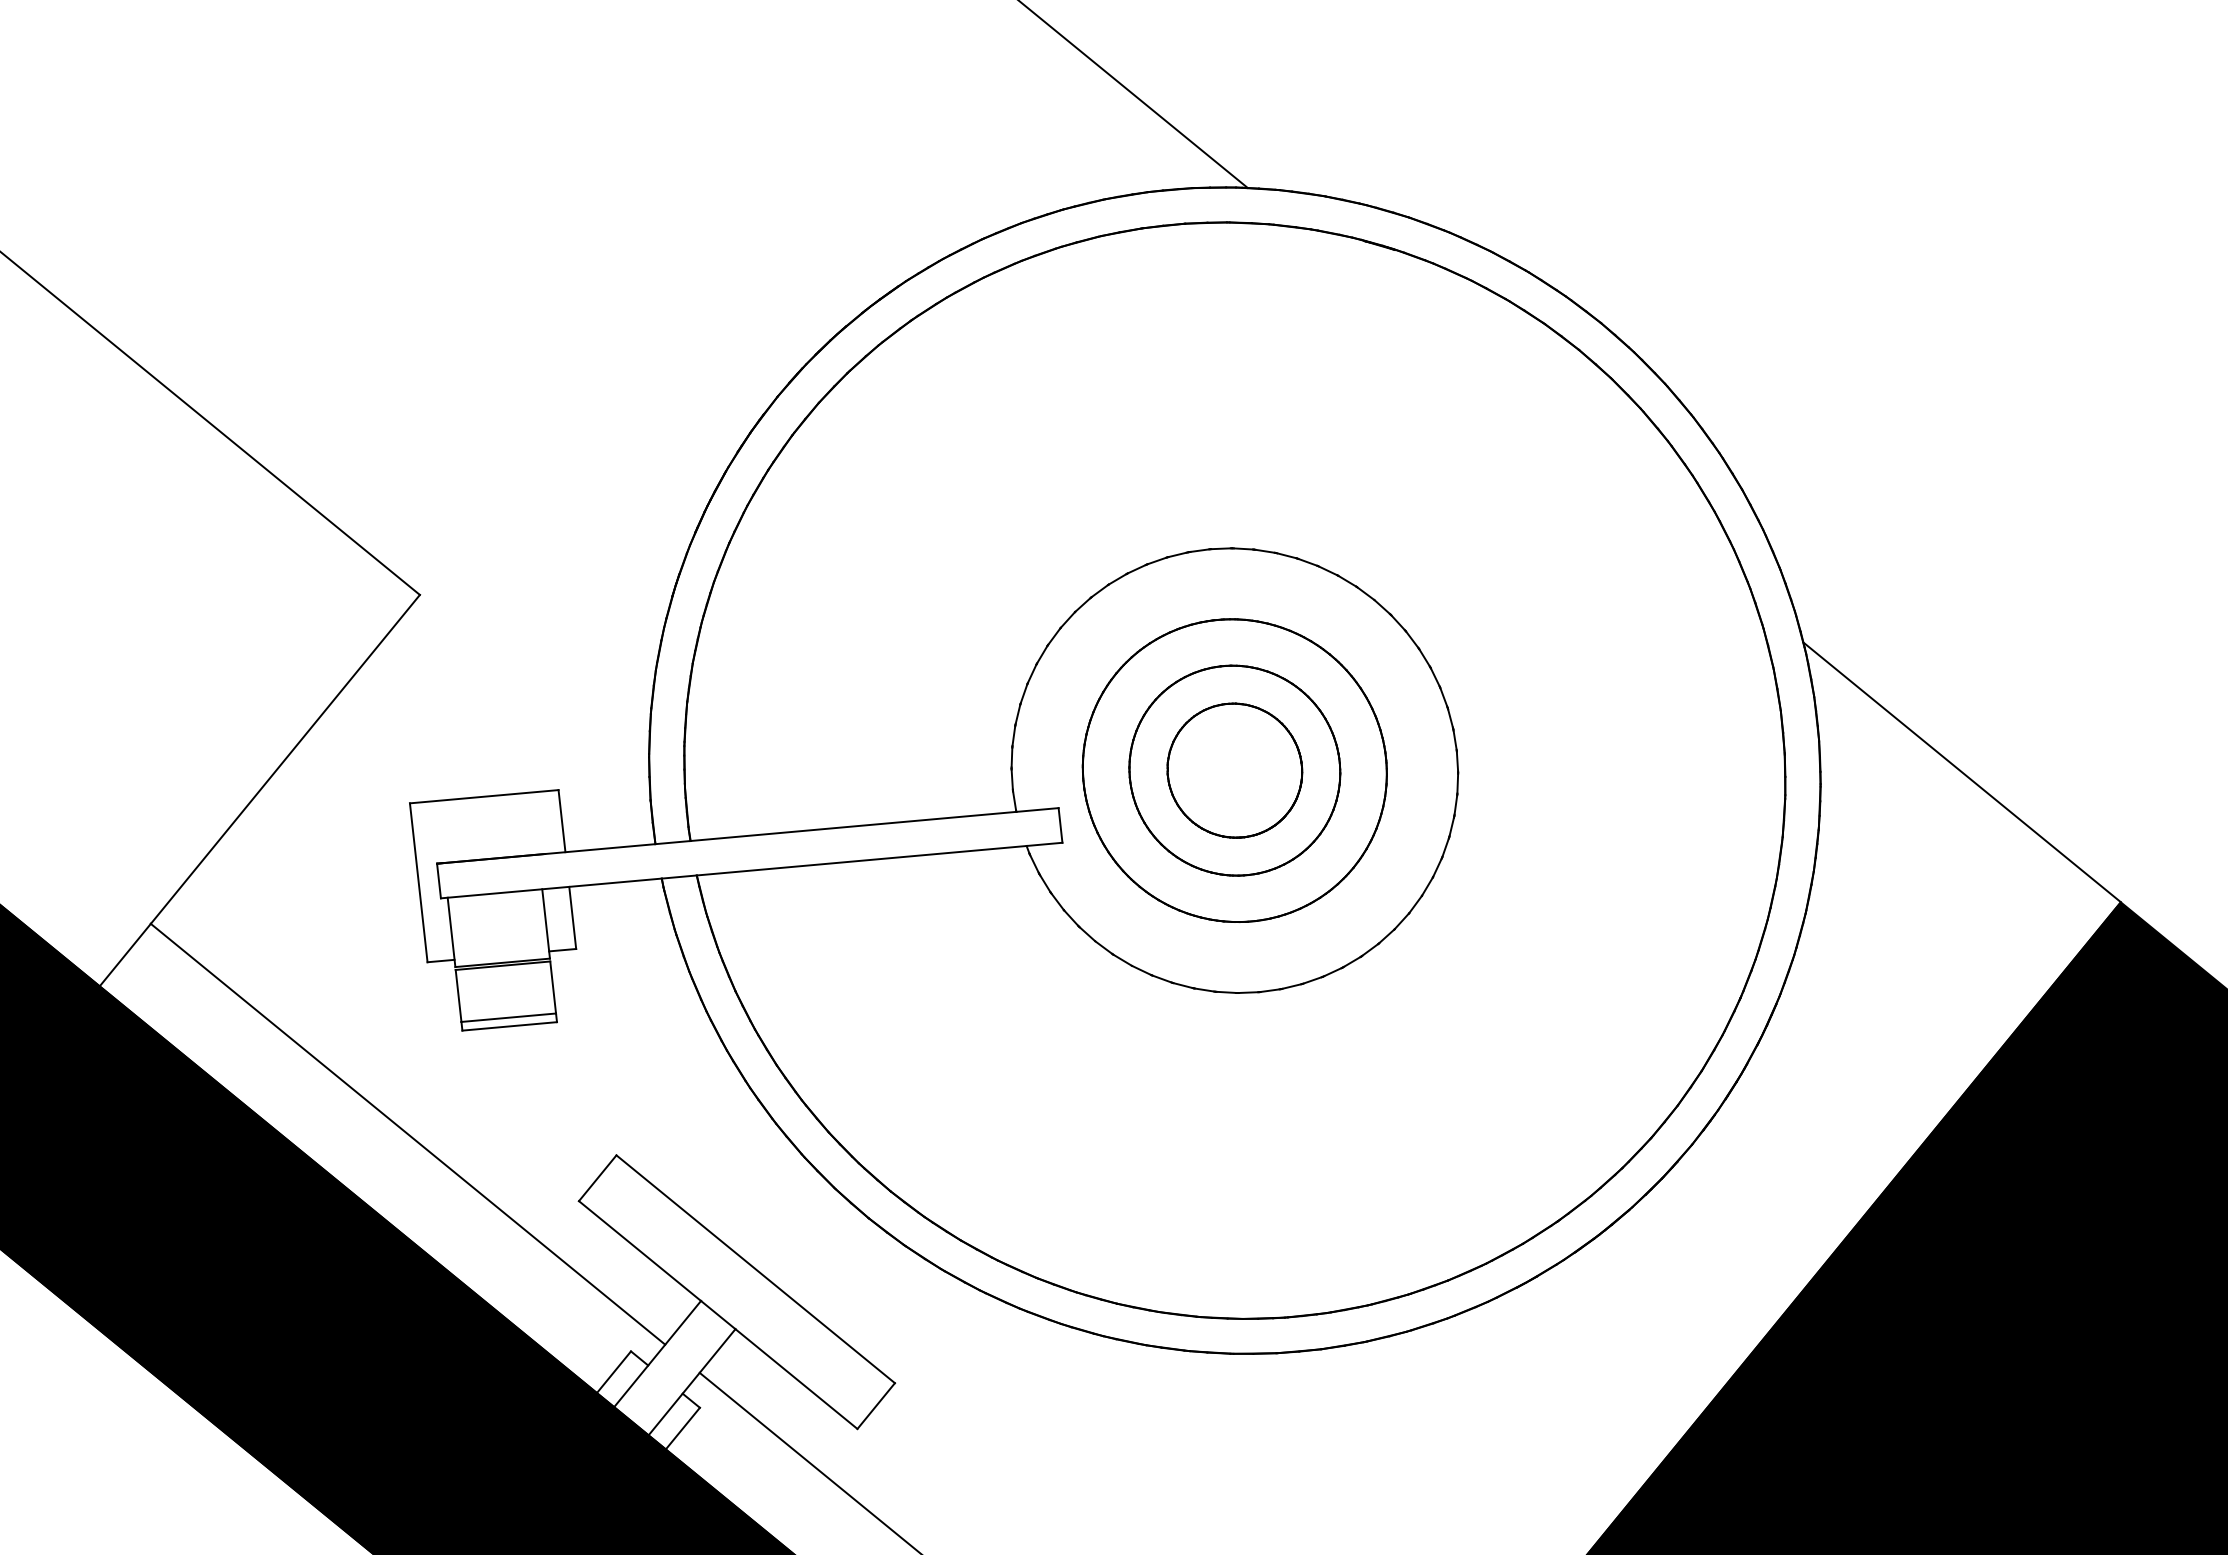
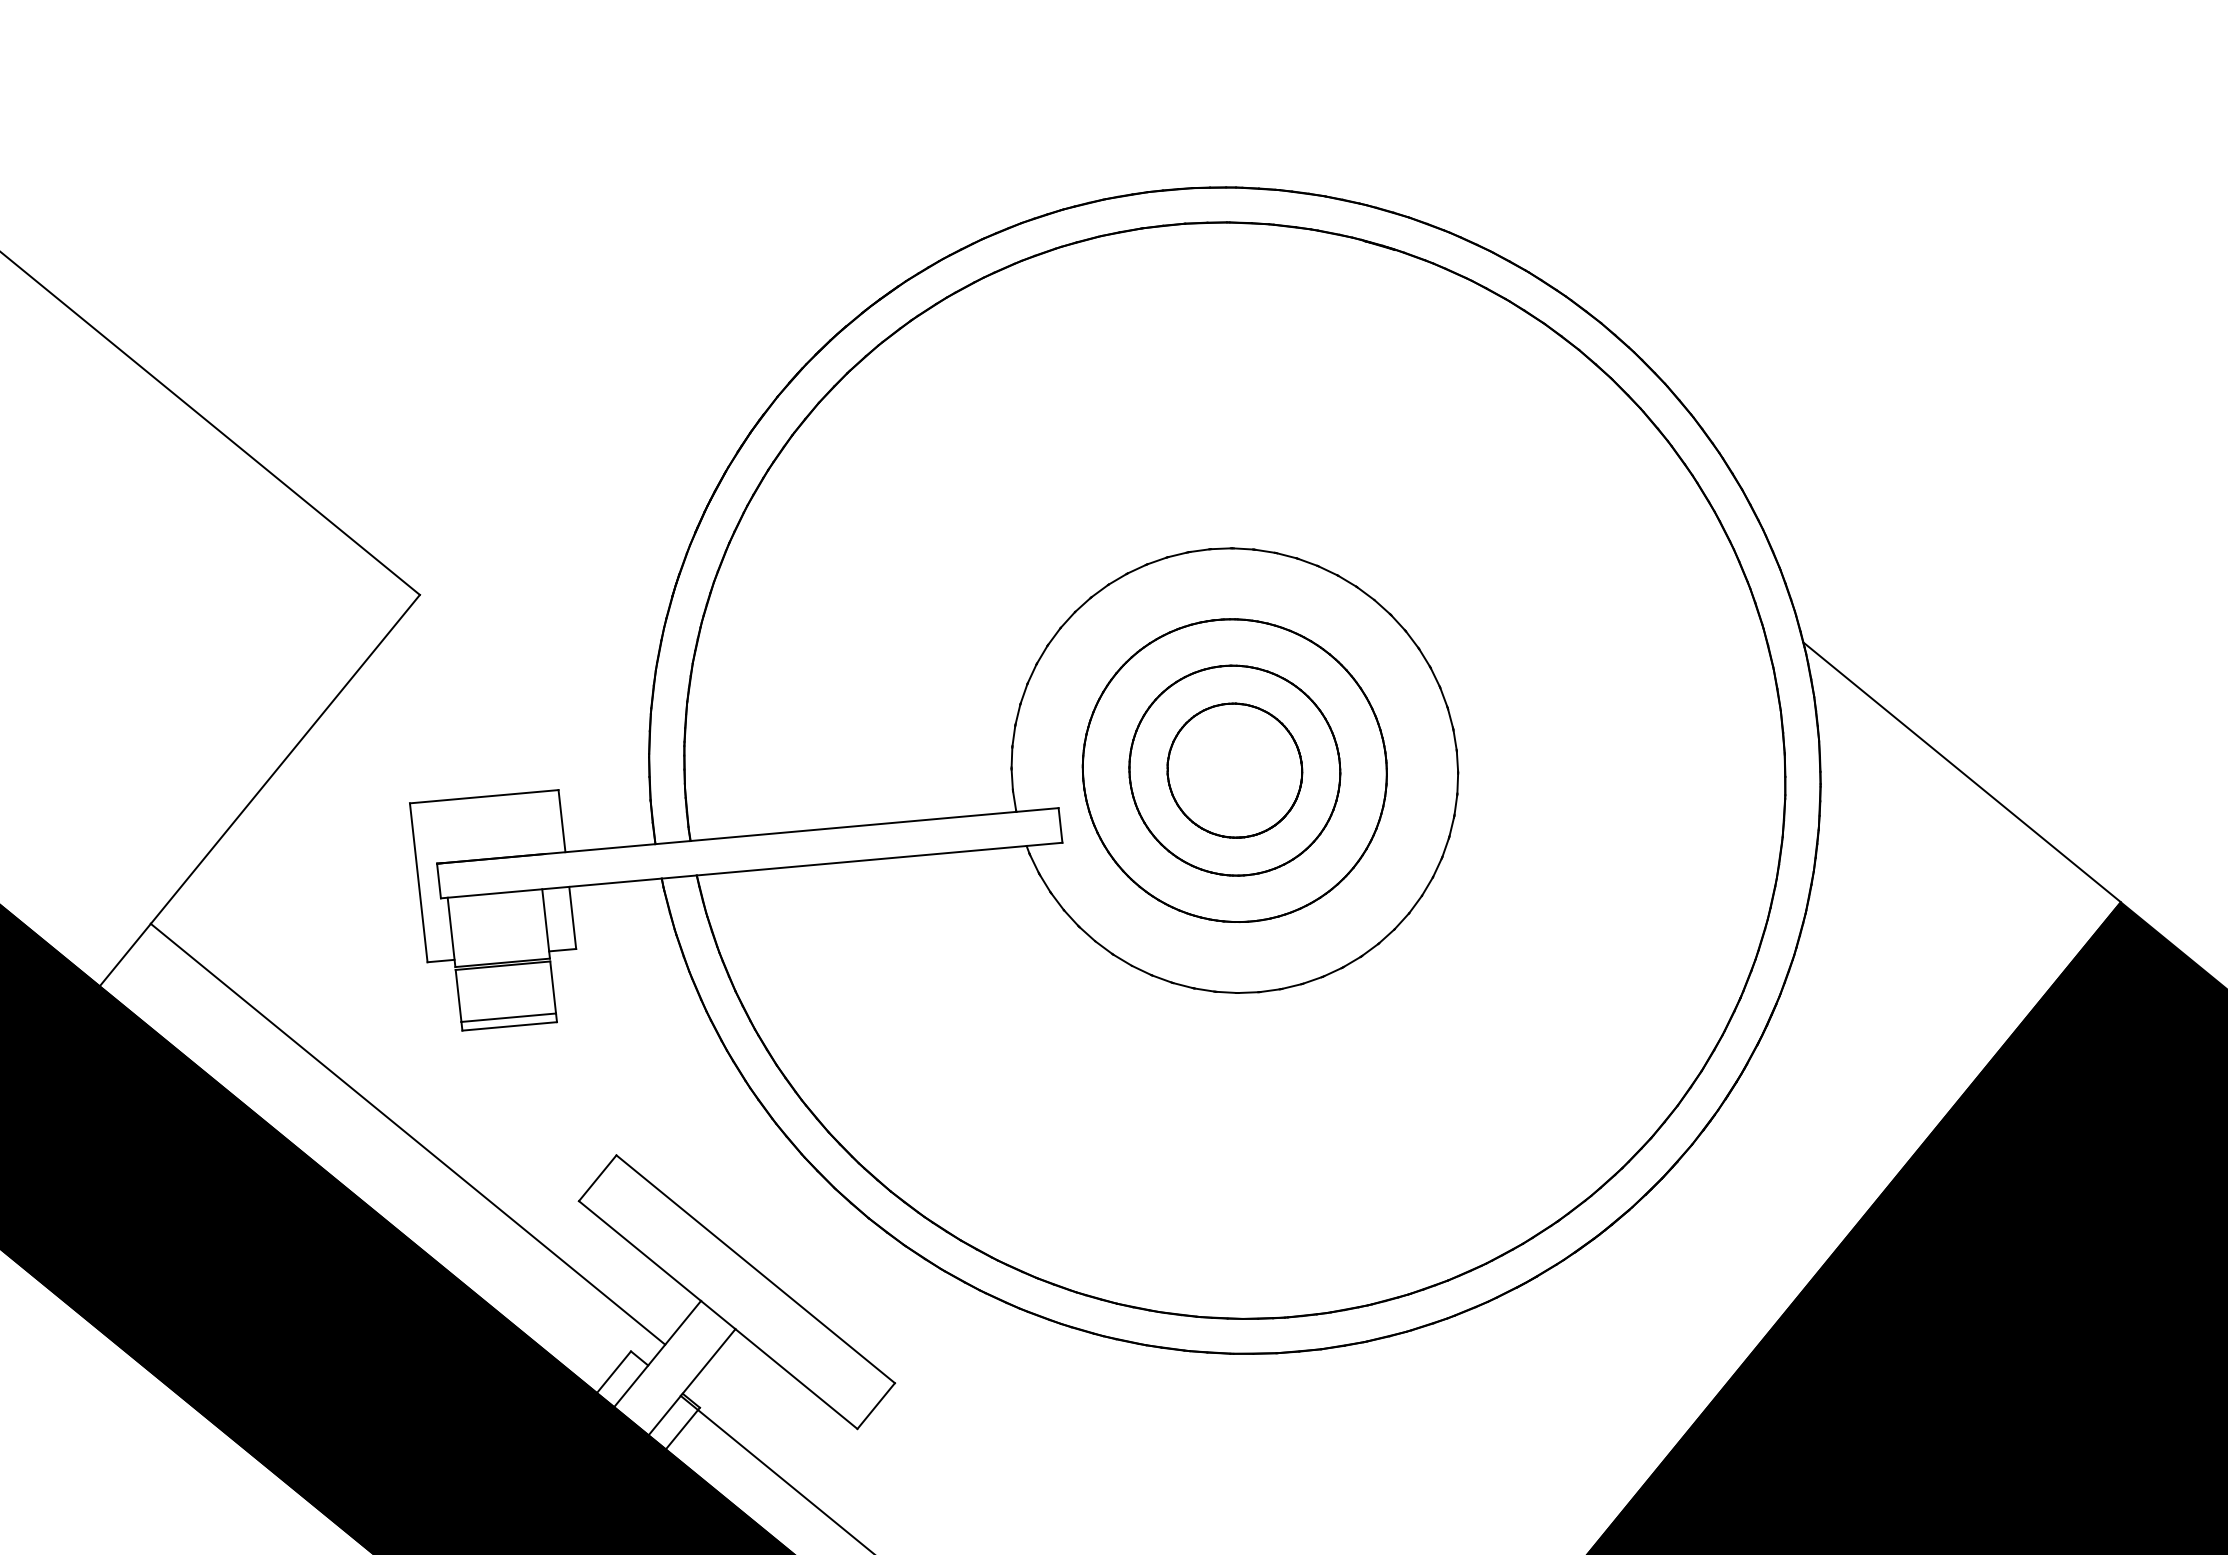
line at (1133, 95): present -> none
line at (808, 1461) position: (808, 1461) -> (775, 1473)
